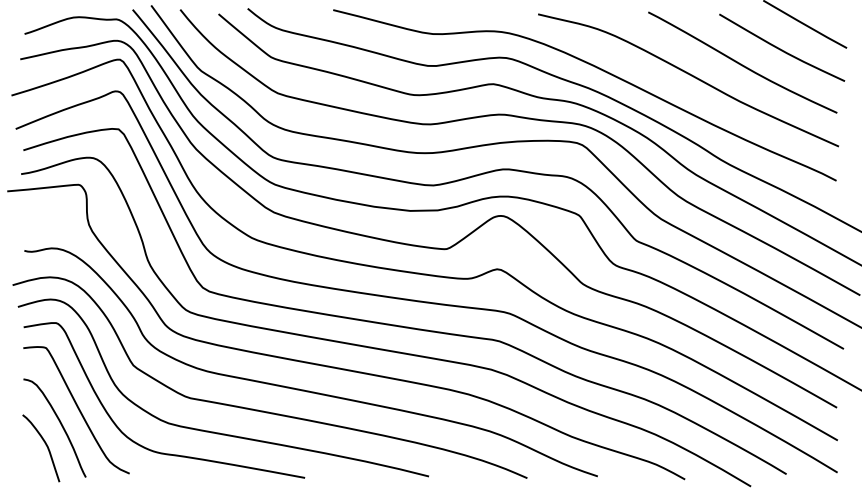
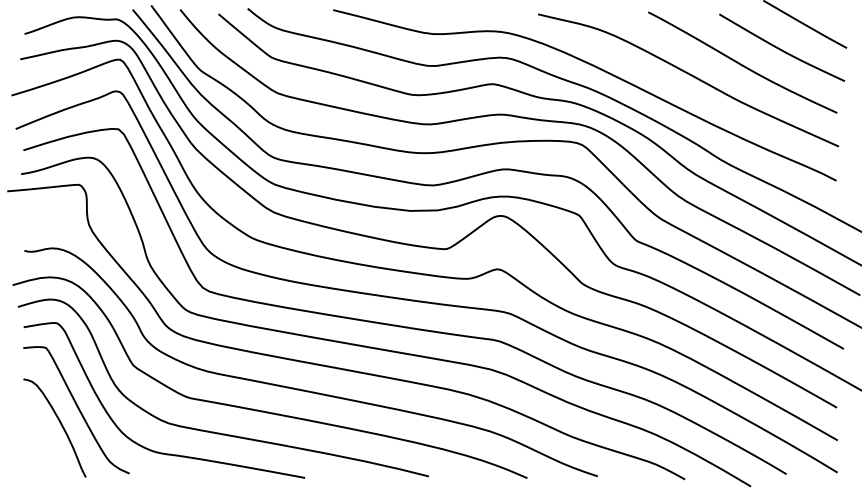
curve at (45, 445): present -> none
